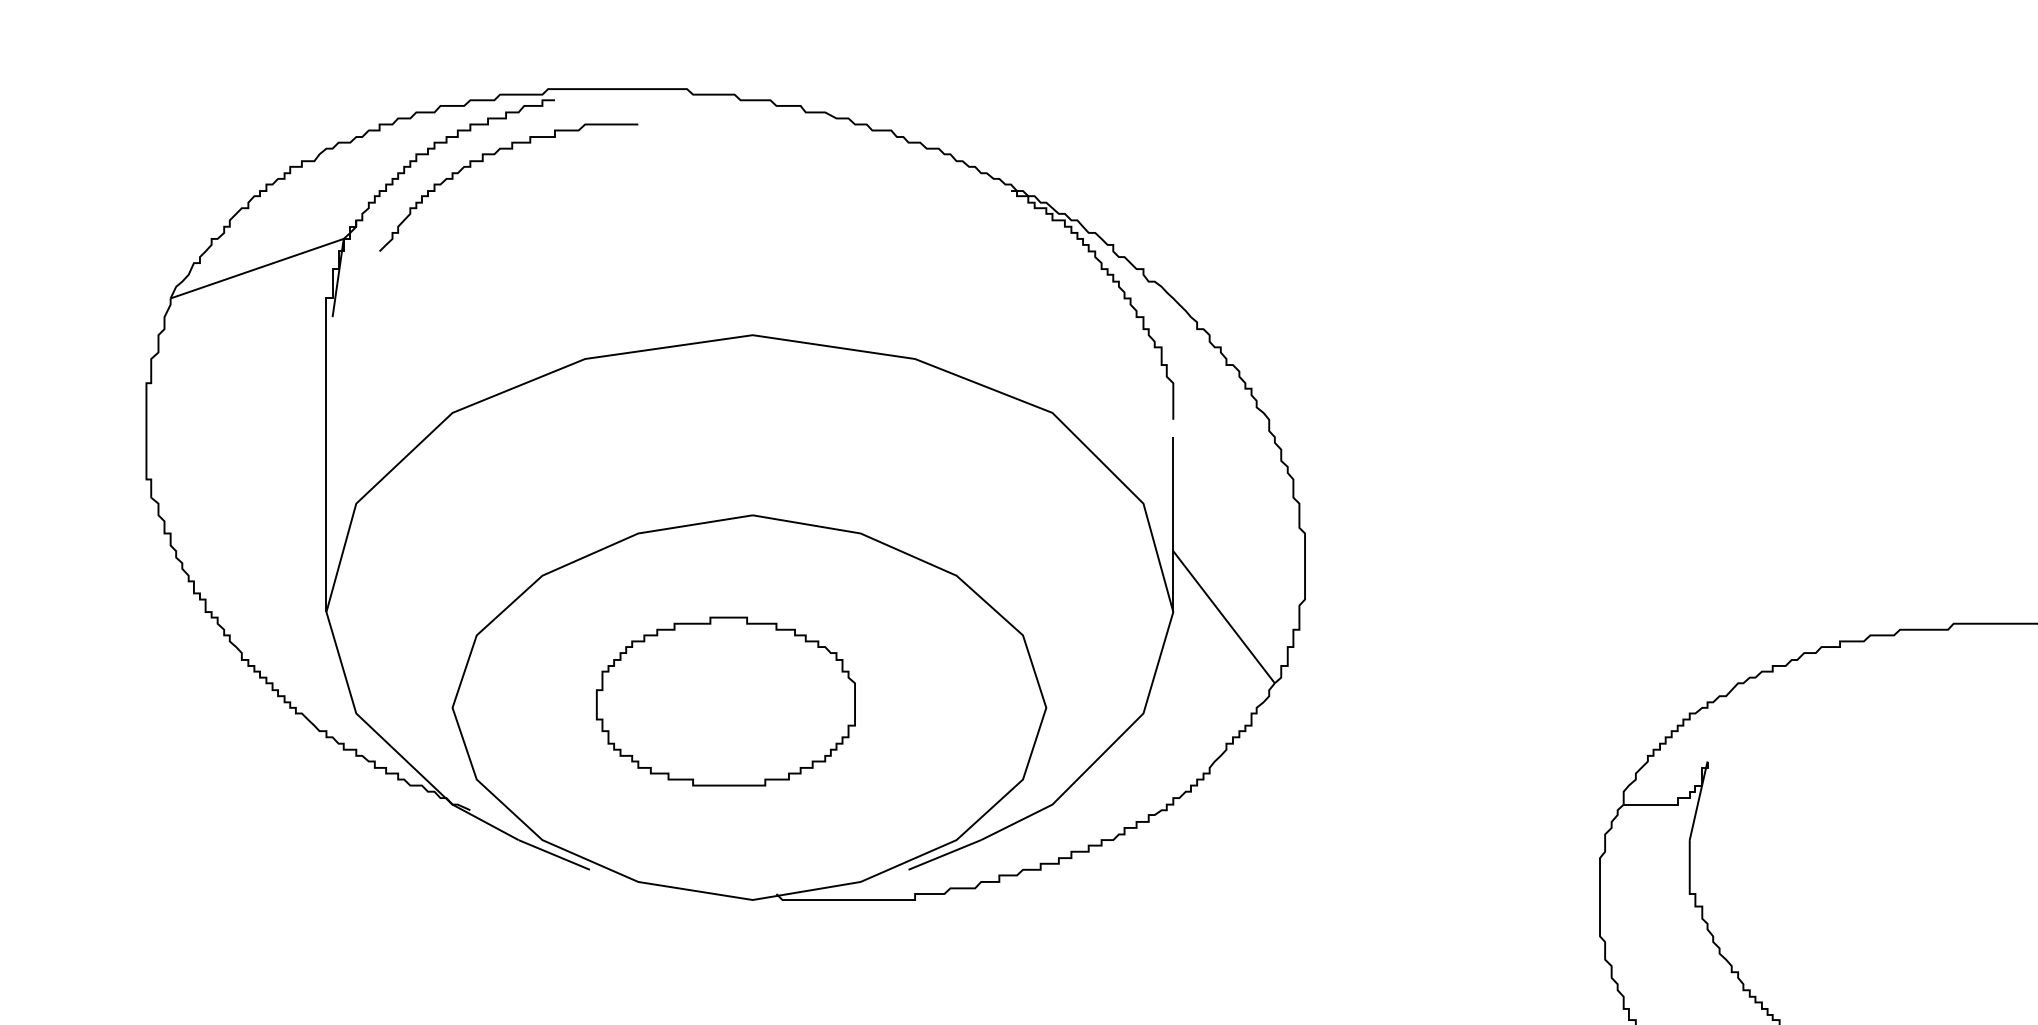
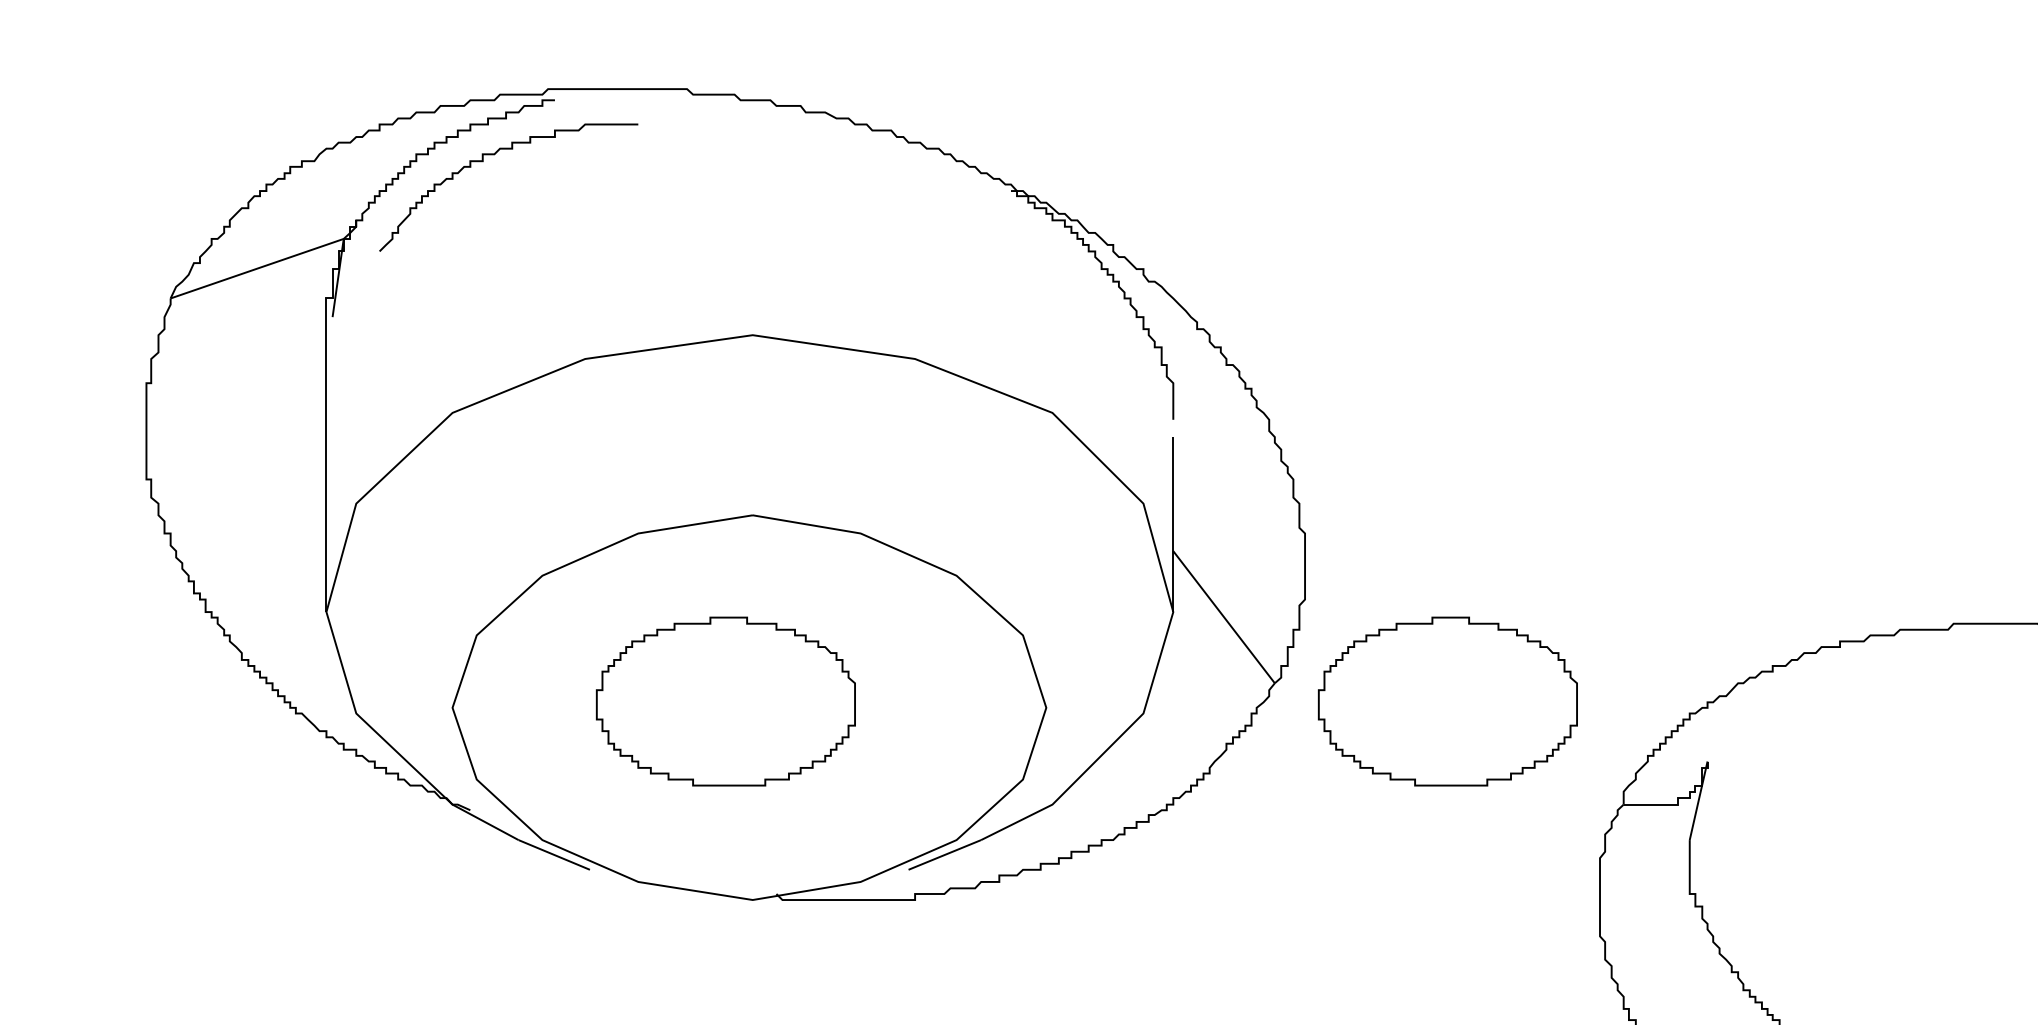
part at (1447, 701): none -> present
